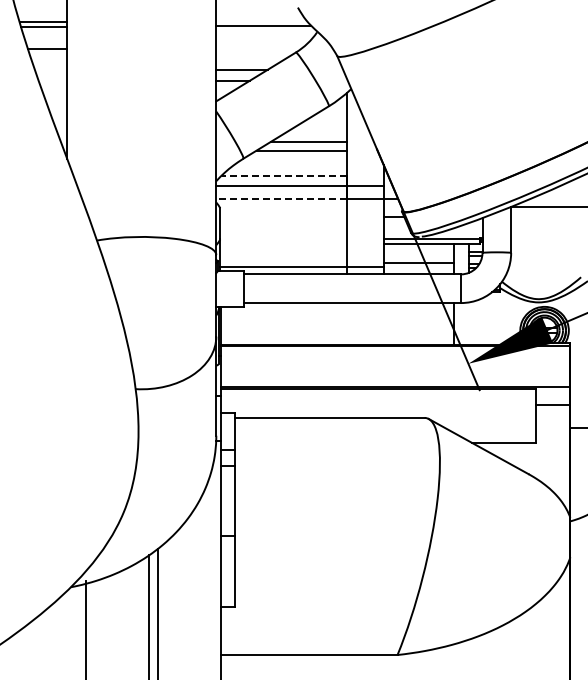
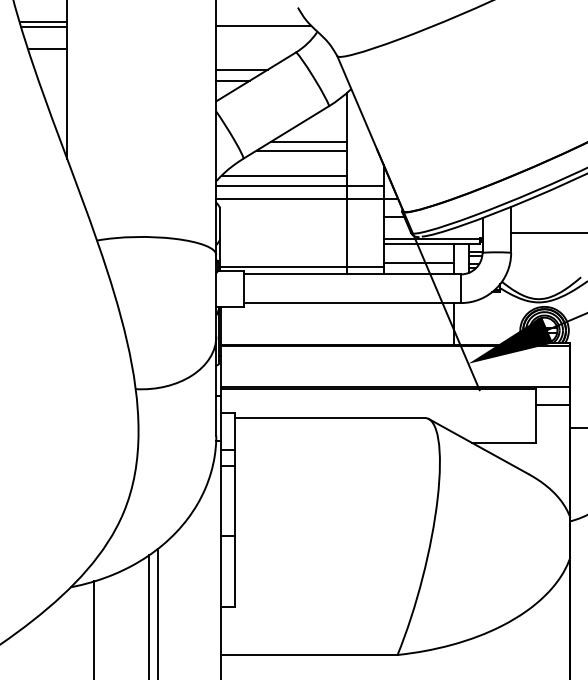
line at (284, 175): dashed -> solid
line at (281, 198): dashed -> solid
line at (547, 207) position: (547, 207) -> (547, 233)
line at (86, 628) position: (86, 628) -> (94, 628)
